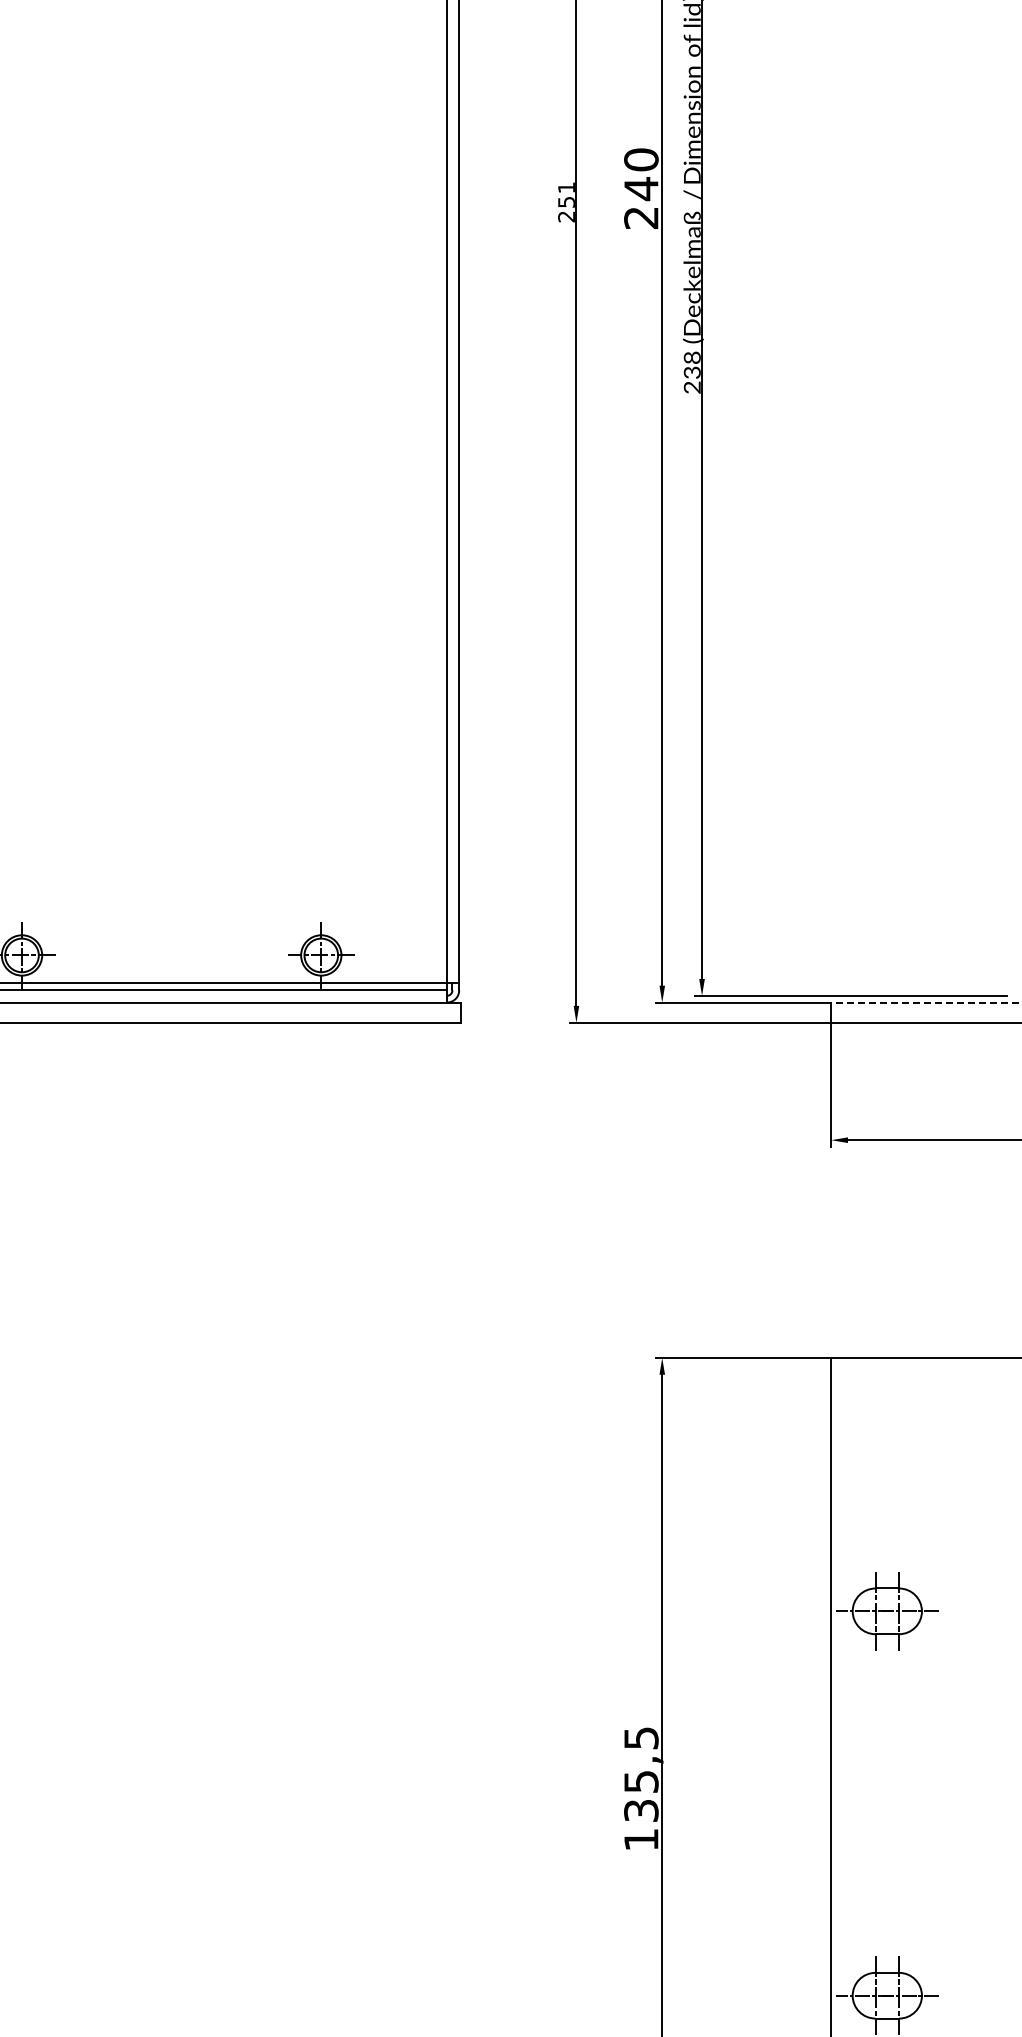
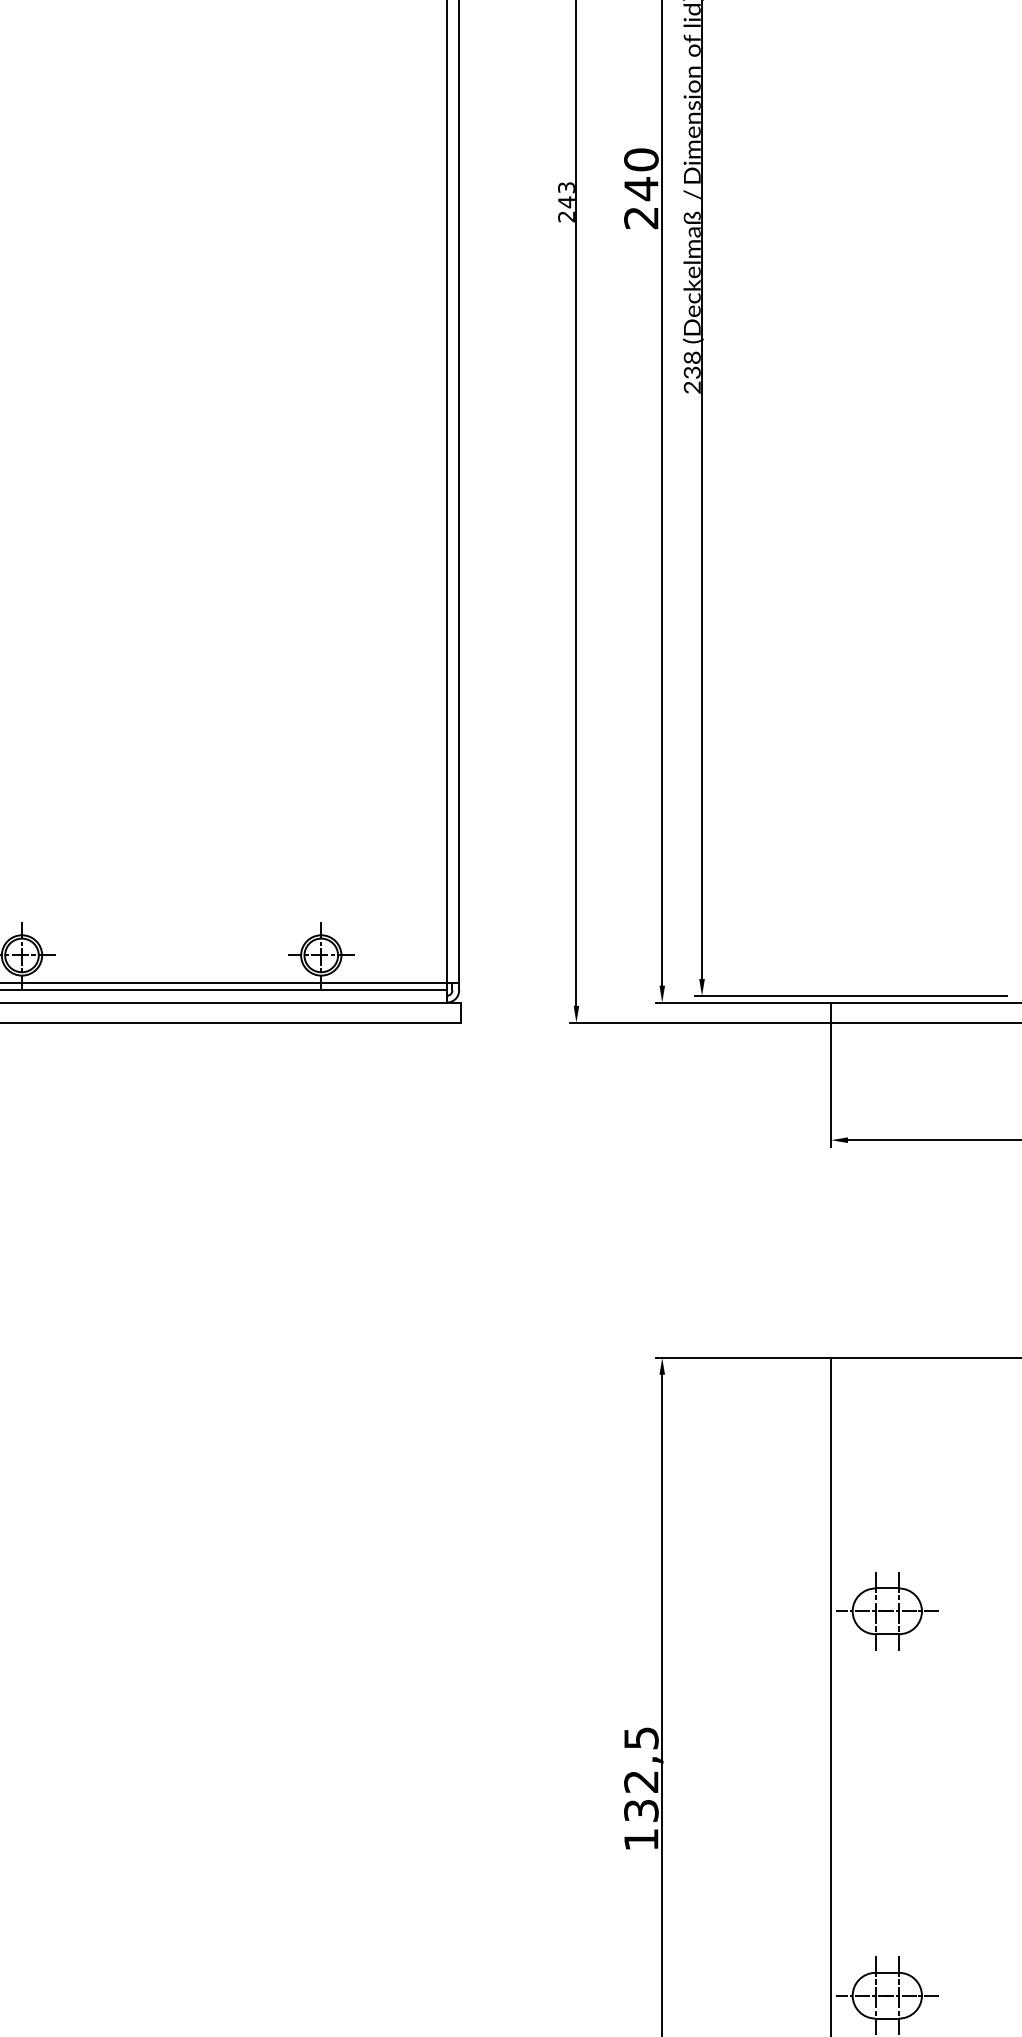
text at (566, 195): 251 -> 243
line at (926, 1002): dashed -> solid
text at (641, 1781): 135,5 -> 132,5
